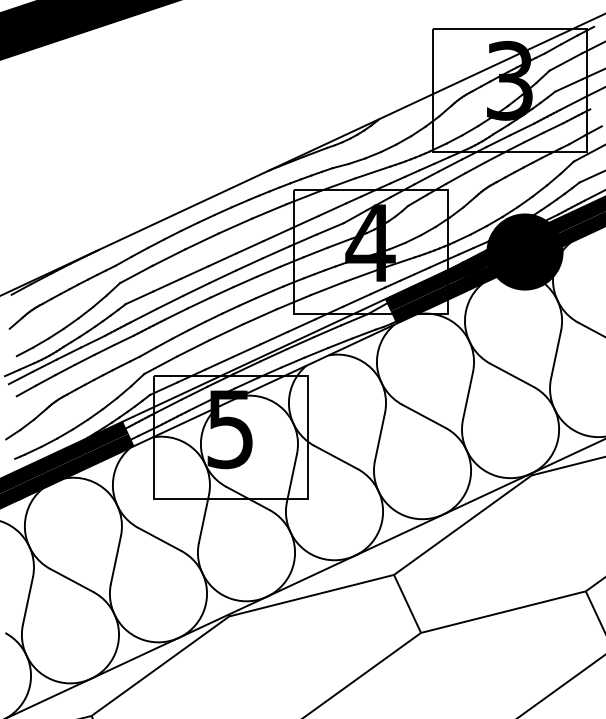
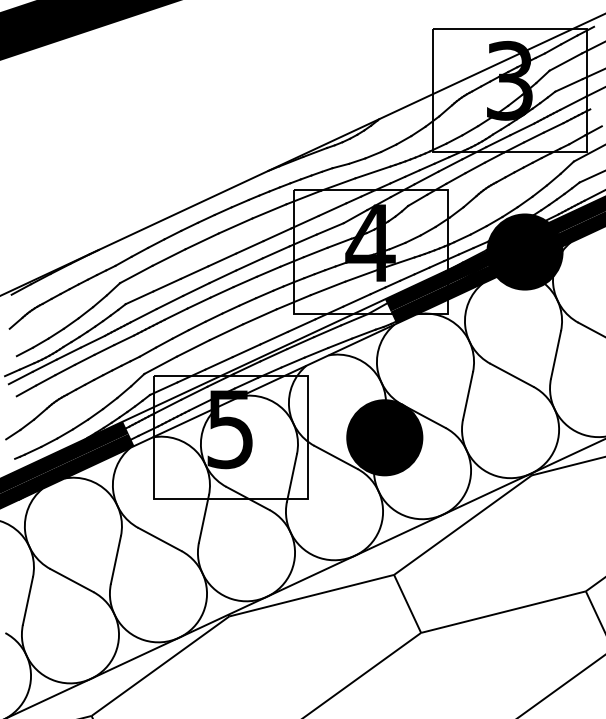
fill at (384, 437): none -> present
